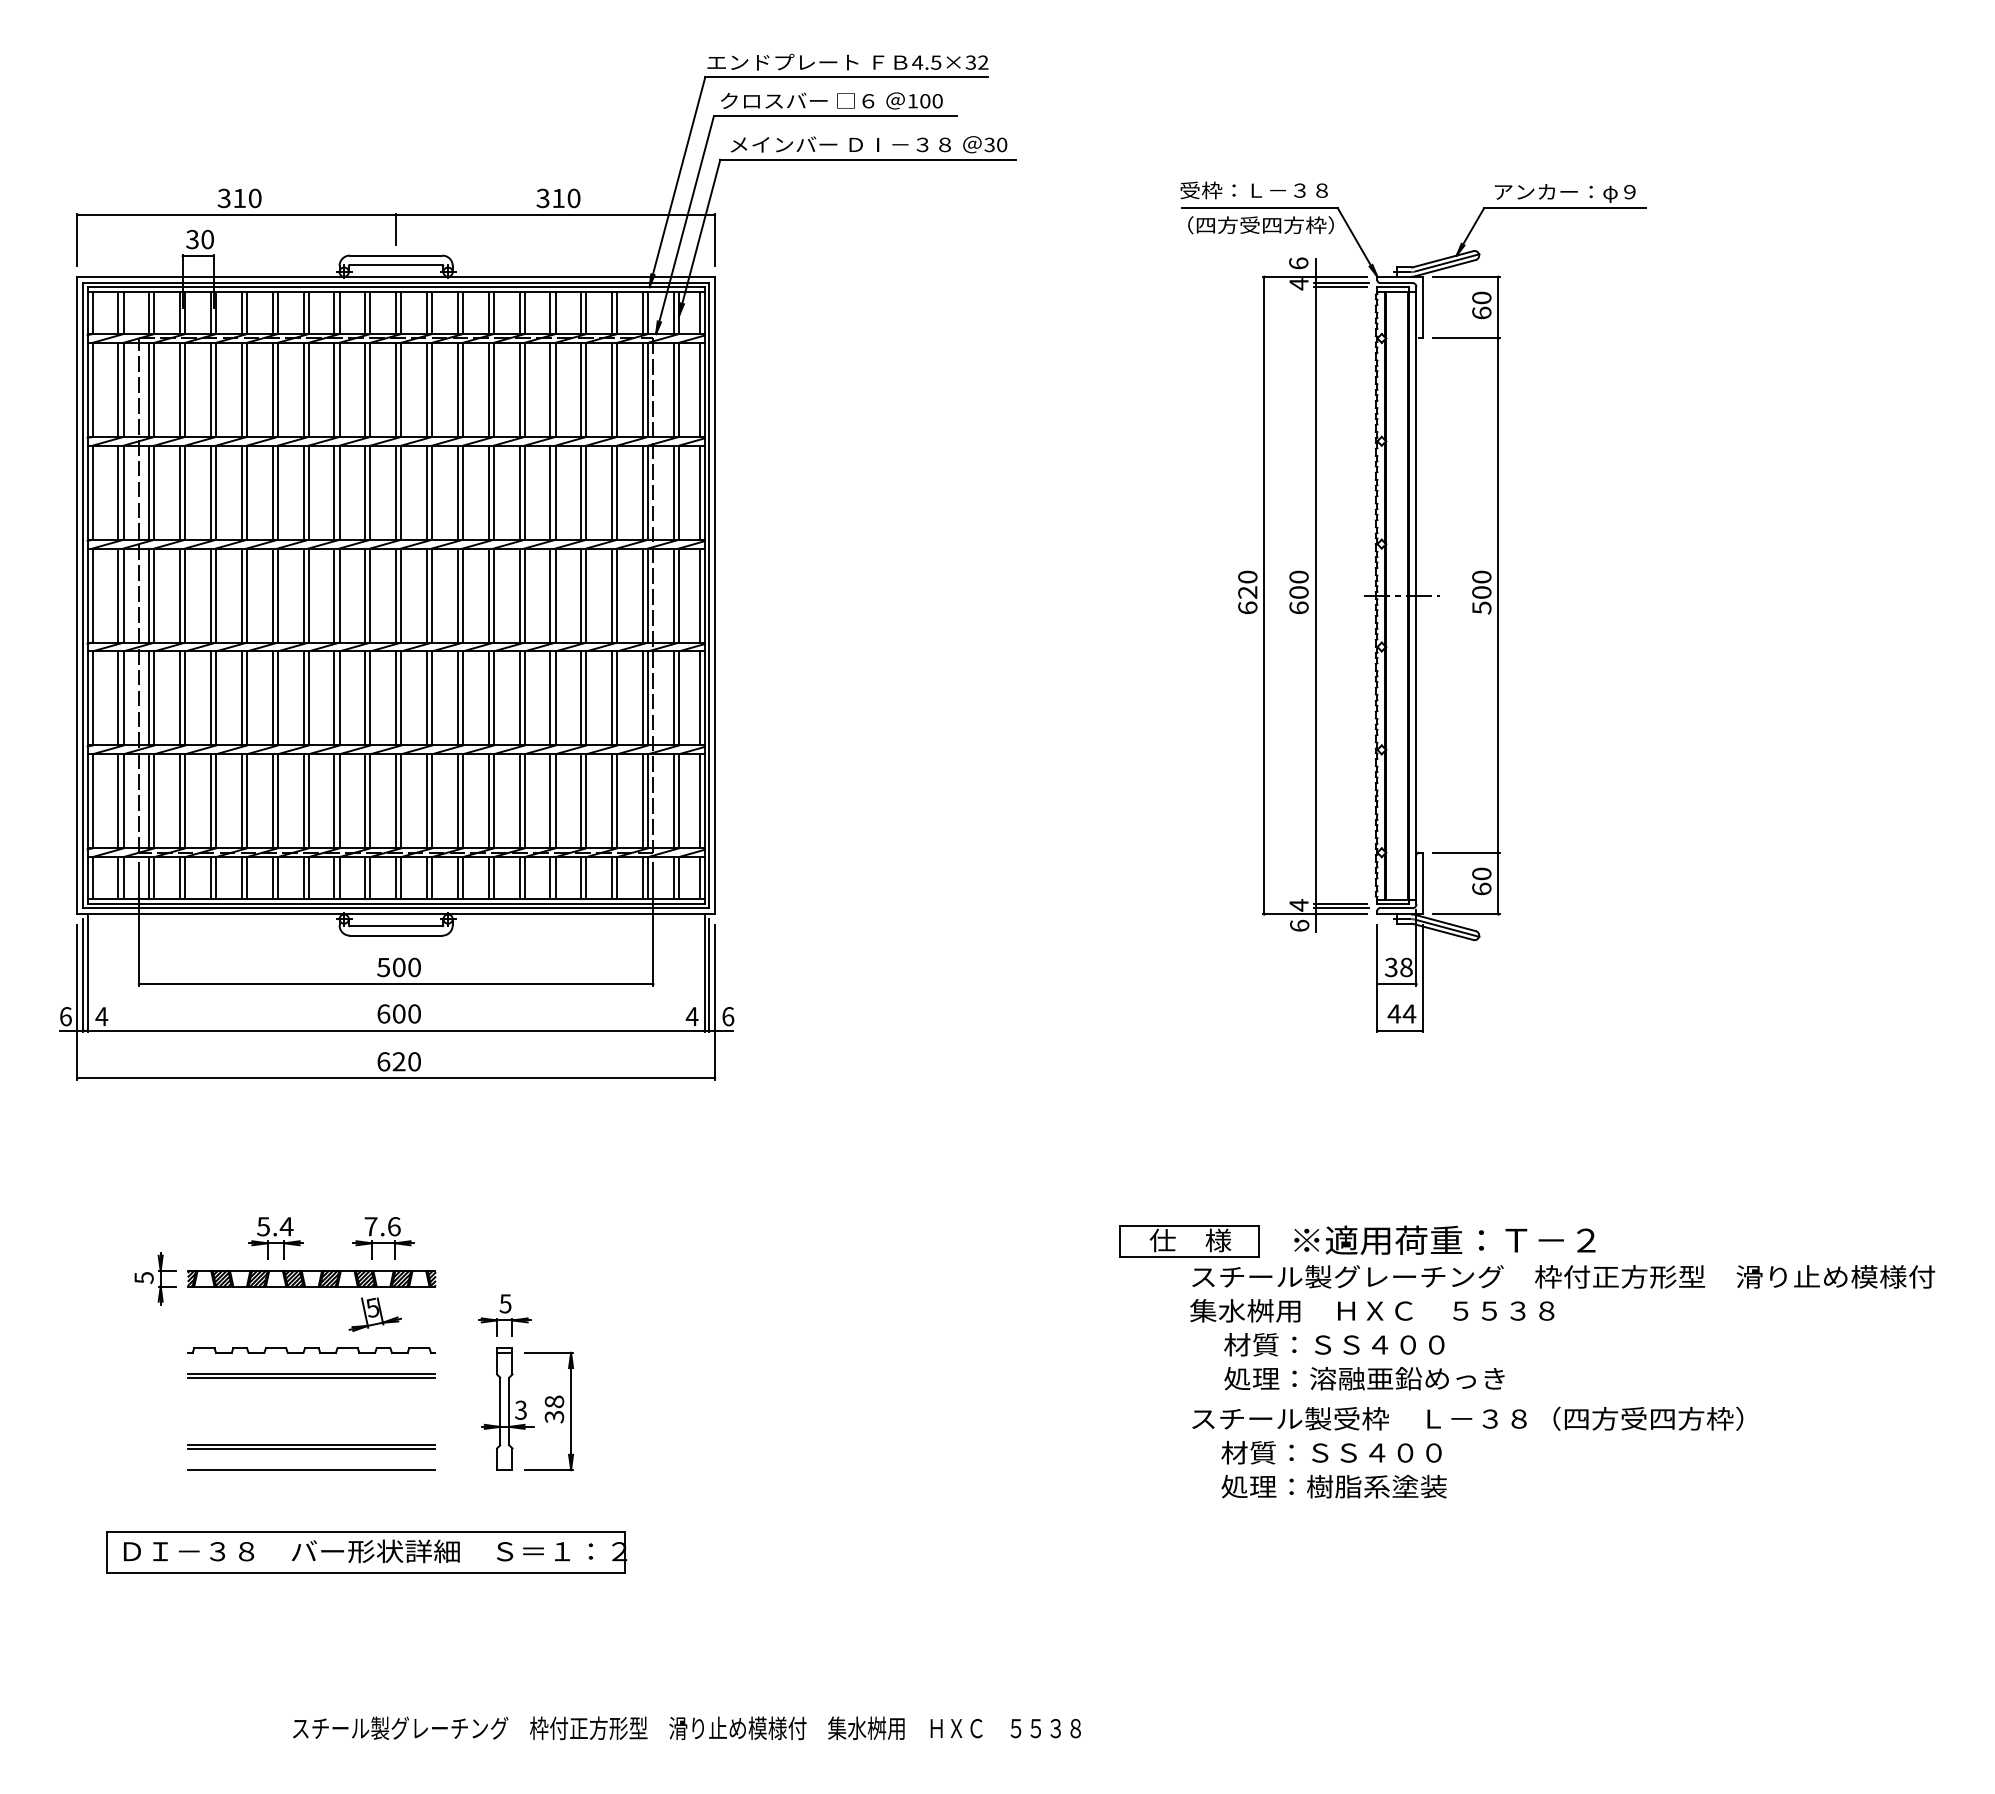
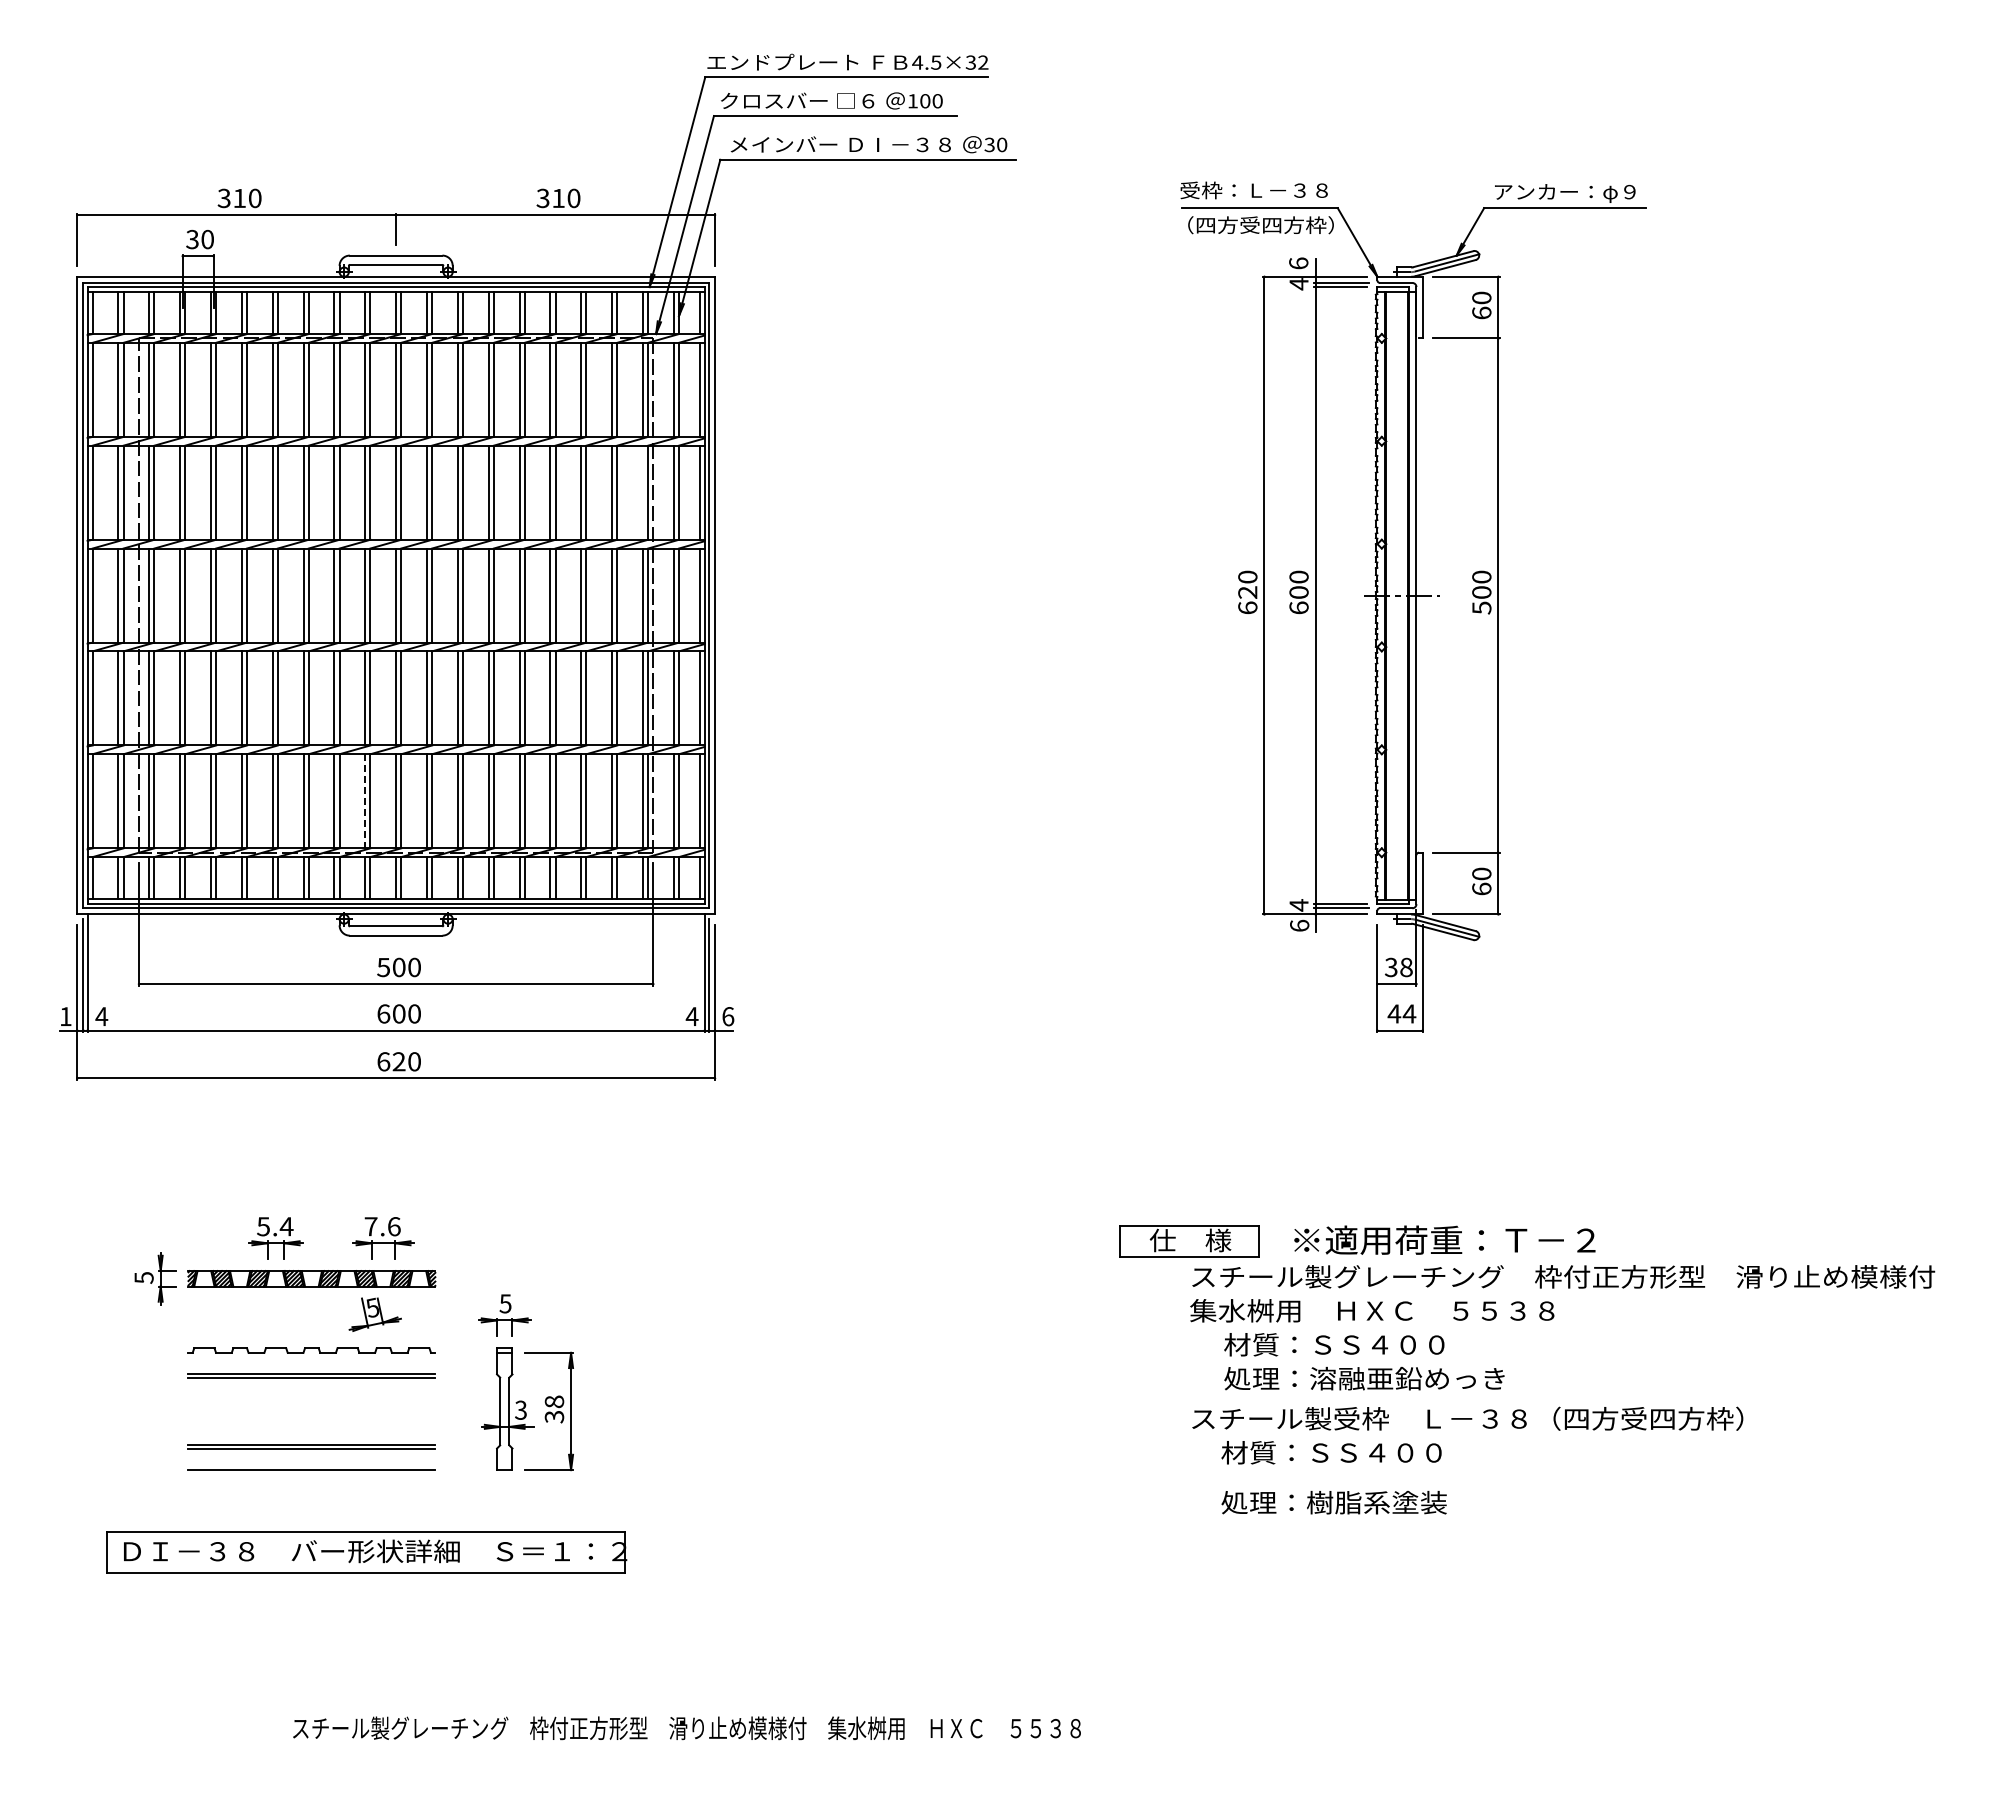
line at (643, 492): present -> none
line at (365, 801): solid -> dashed
text at (65, 1016): 6 -> 1
text at (1333, 1486) position: (1333, 1486) -> (1333, 1502)
